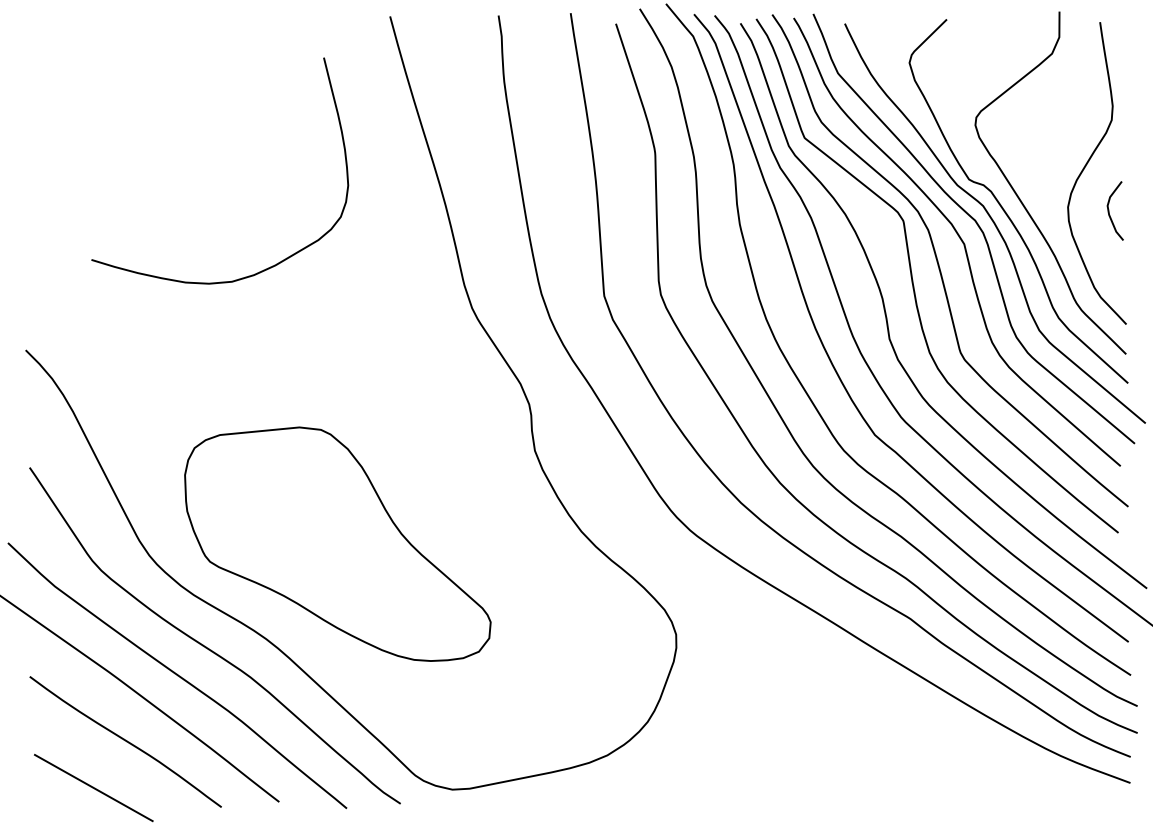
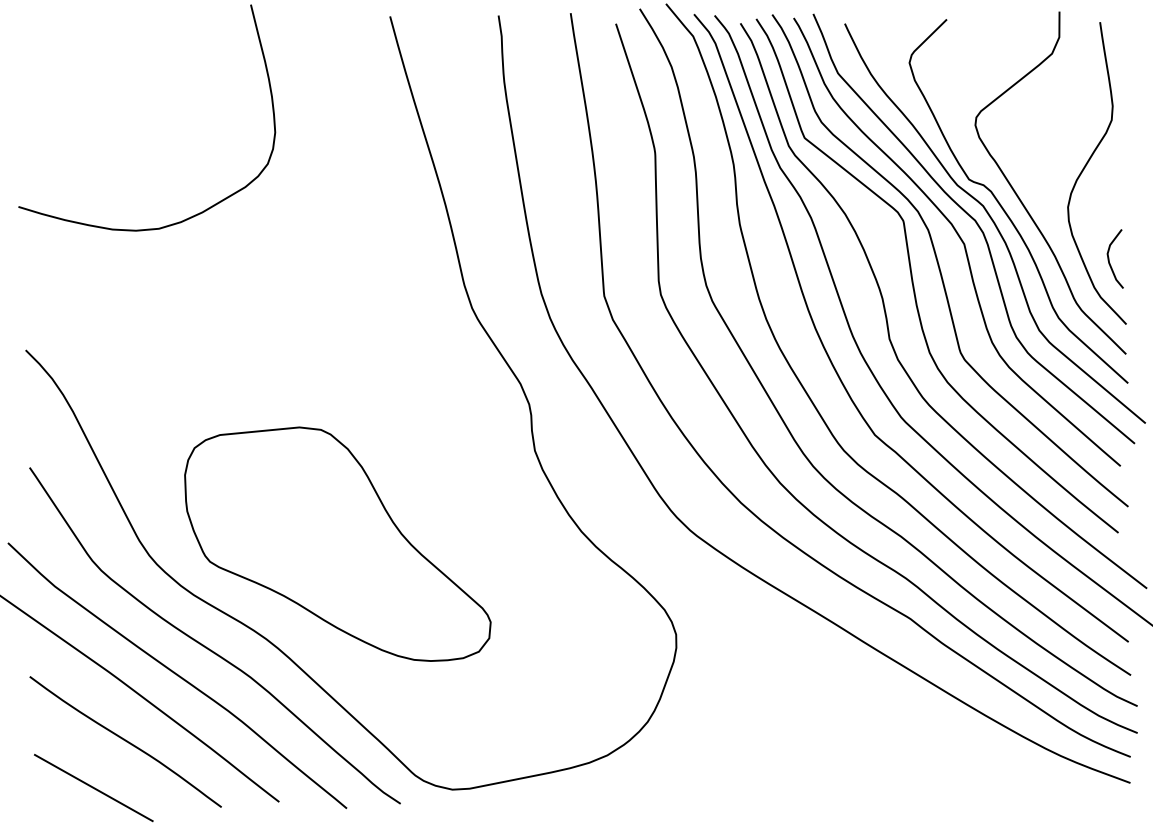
curve at (1109, 210) position: (1109, 210) -> (1109, 258)
curve at (265, 268) position: (265, 268) -> (192, 215)
